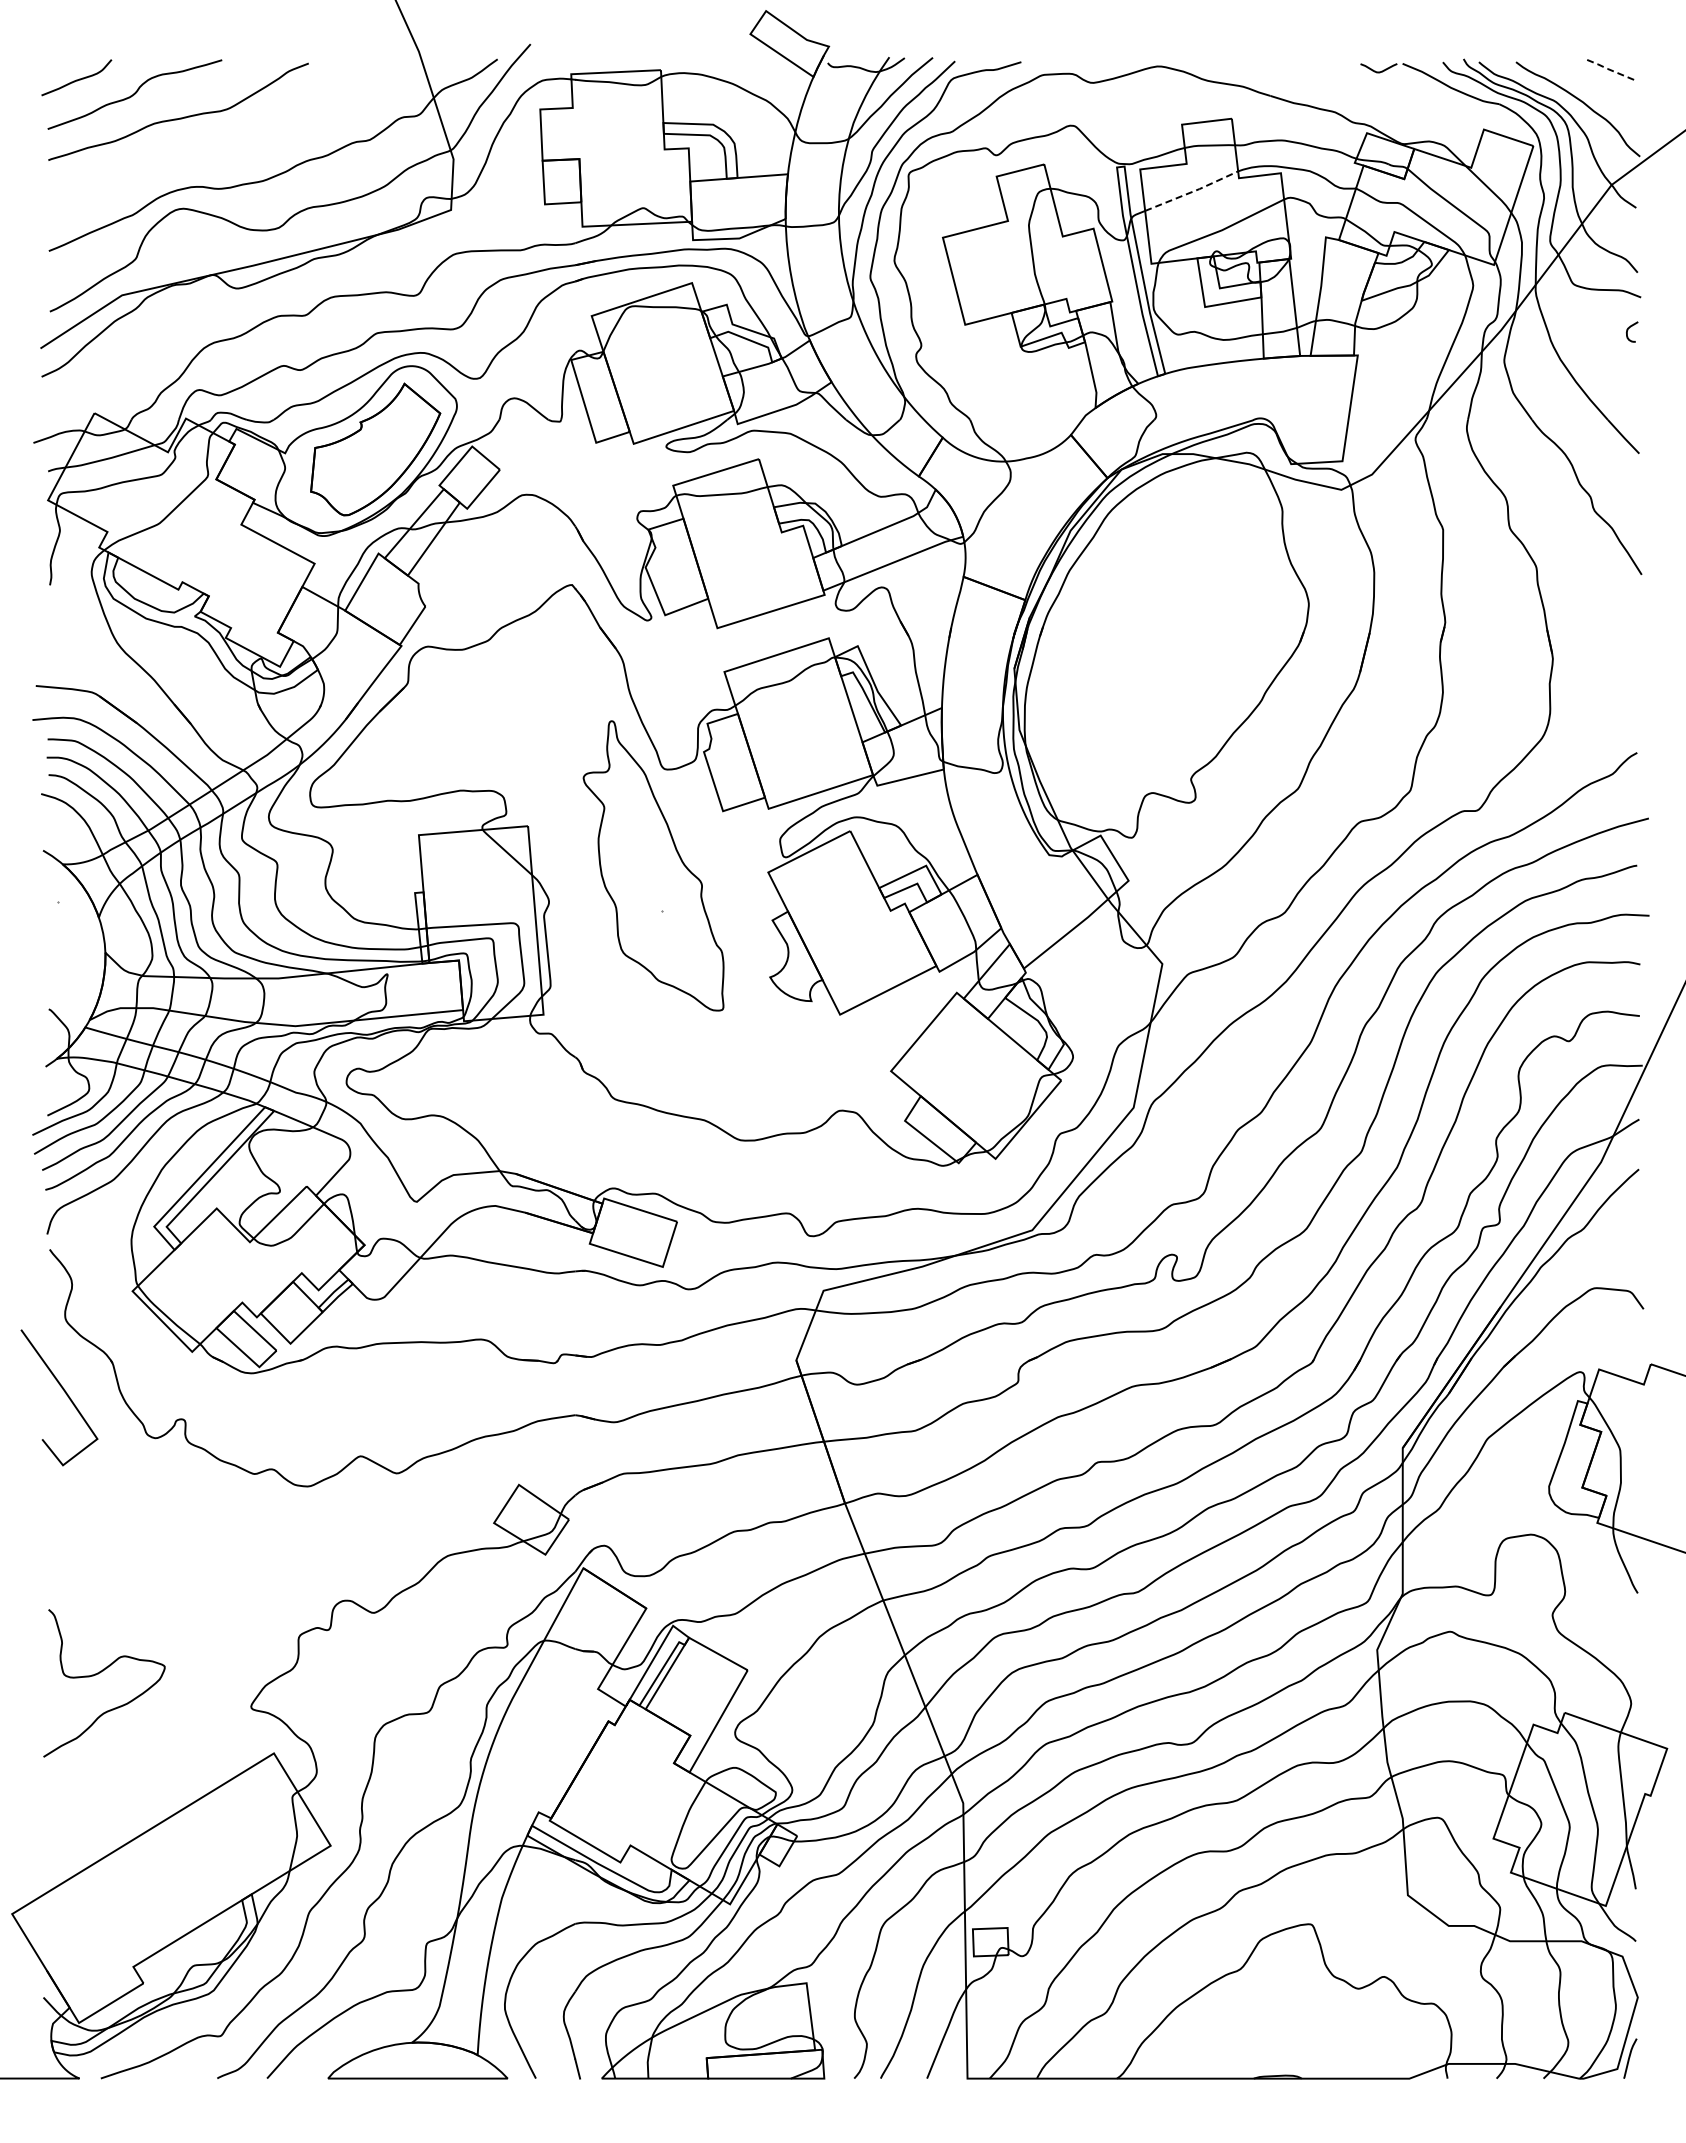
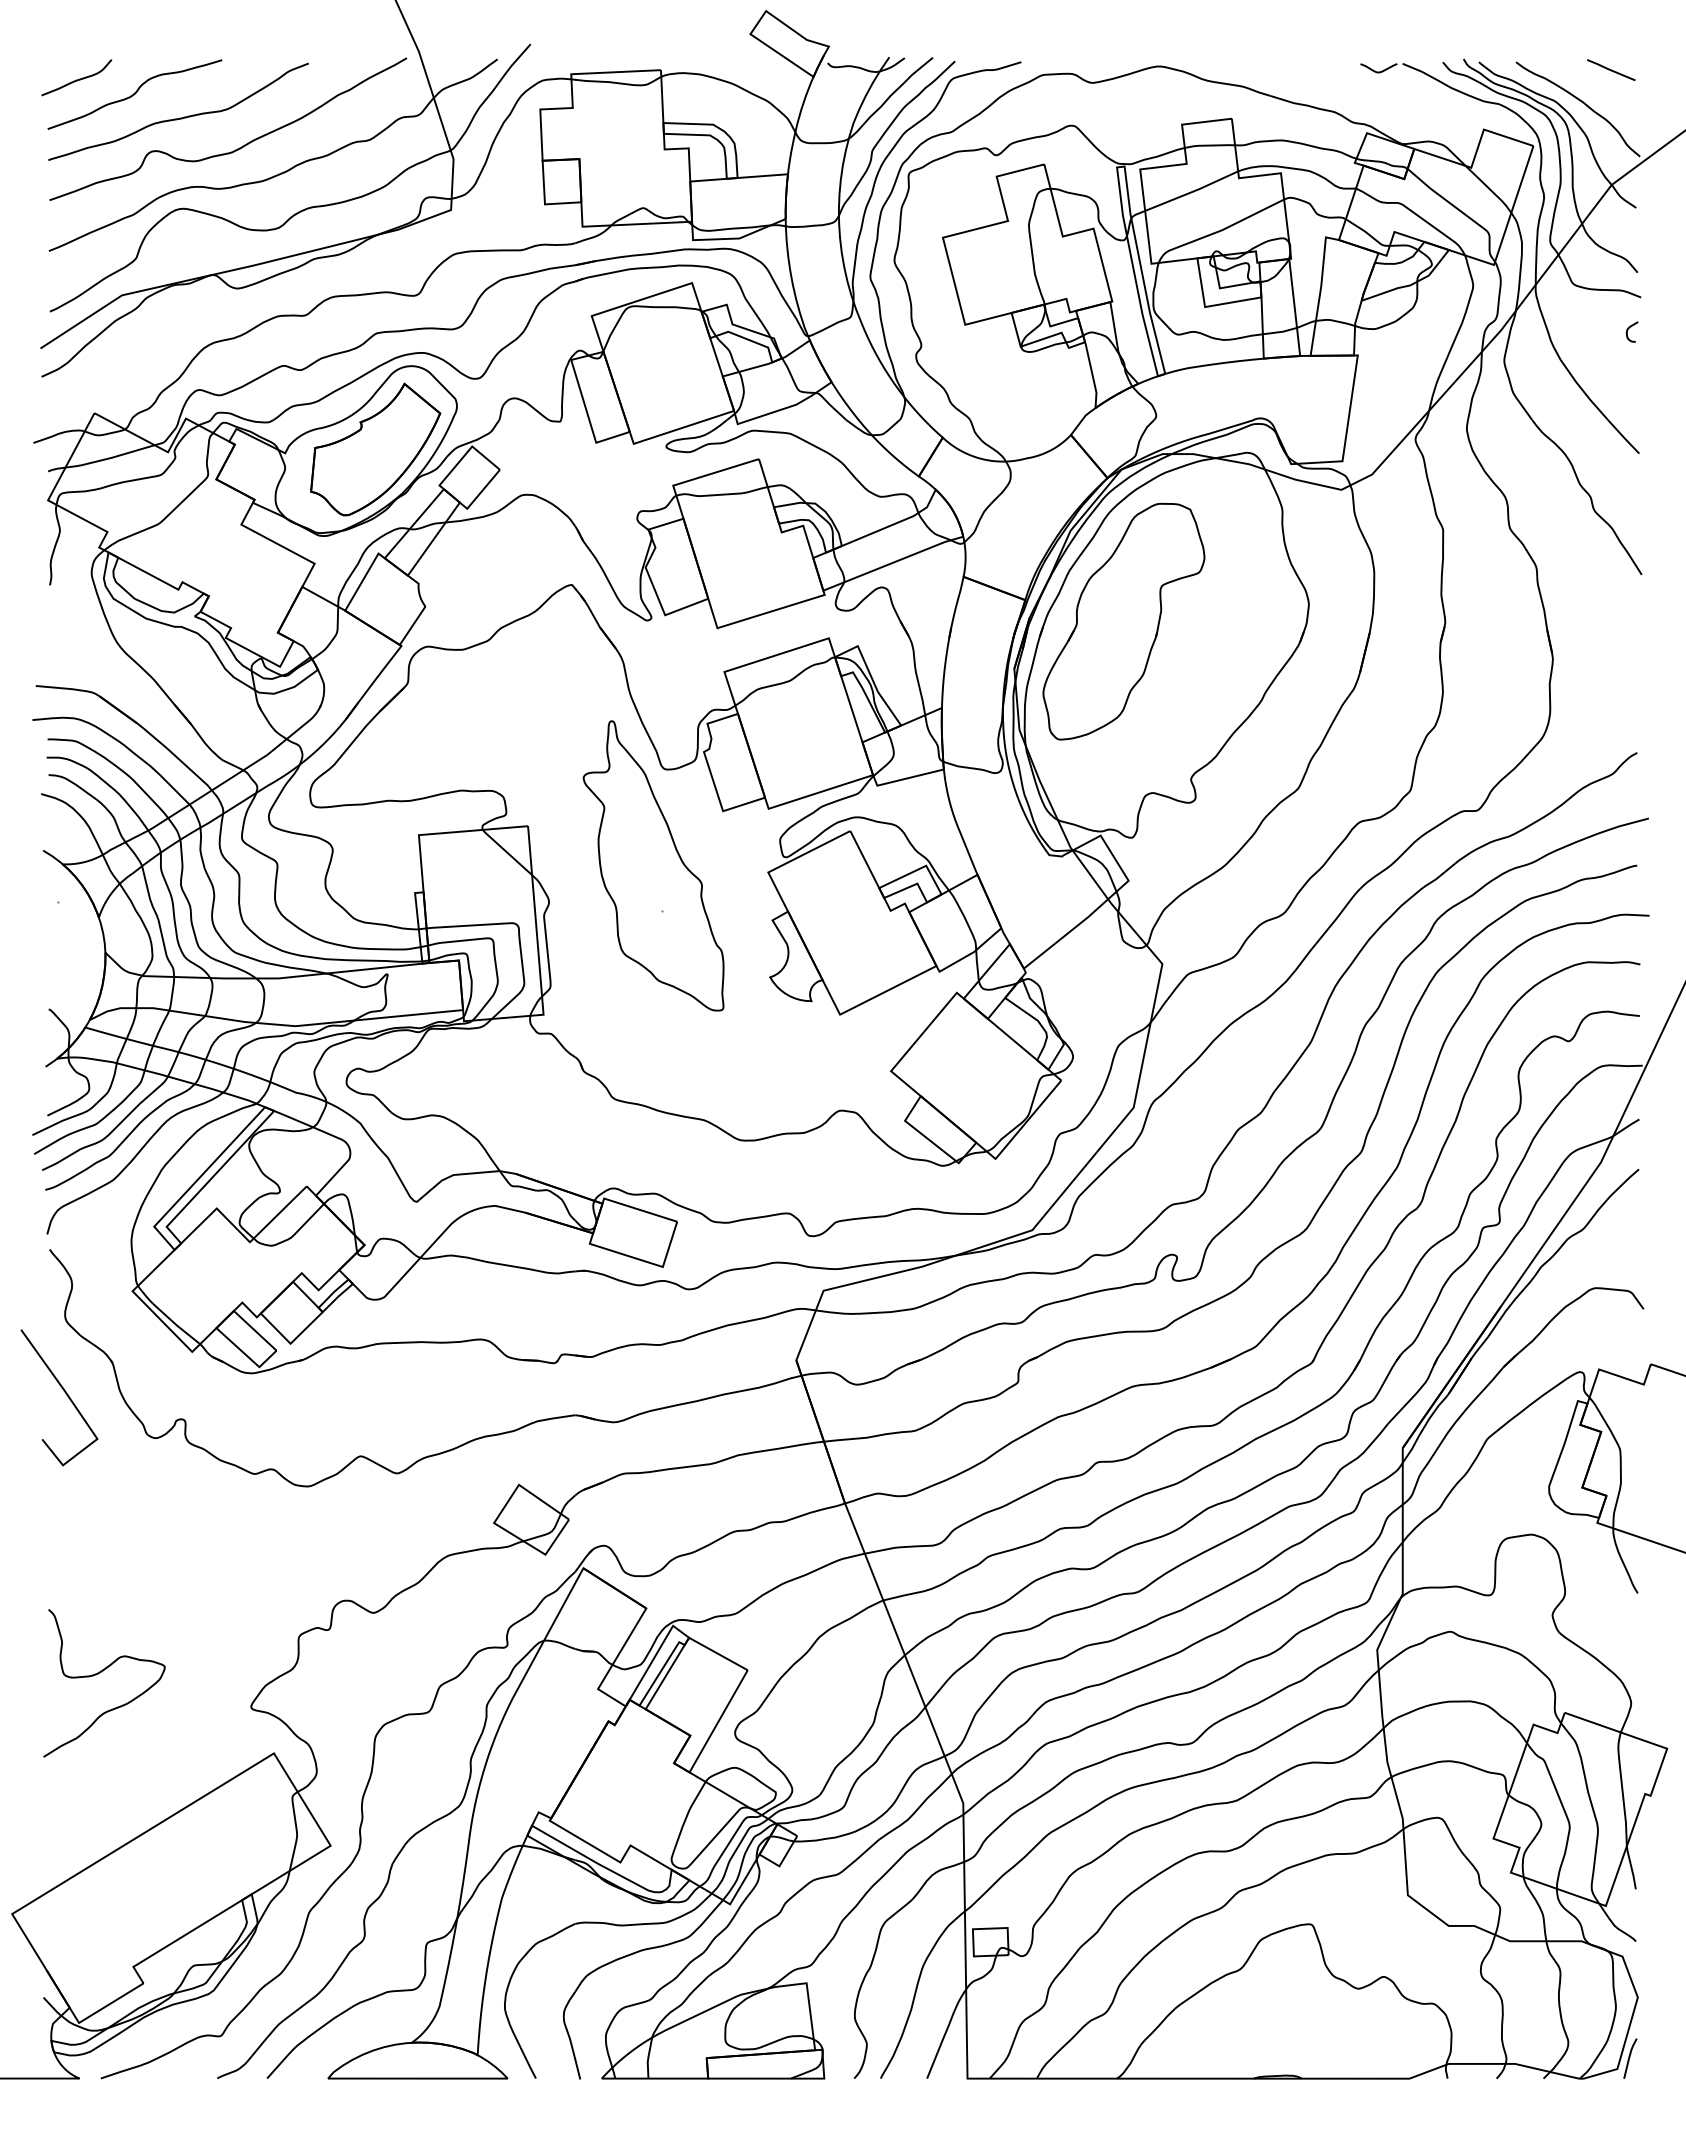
line at (1610, 70): dashed -> solid
curve at (237, 148): none -> present
line at (1193, 191): dashed -> solid
part at (1123, 621): none -> present
